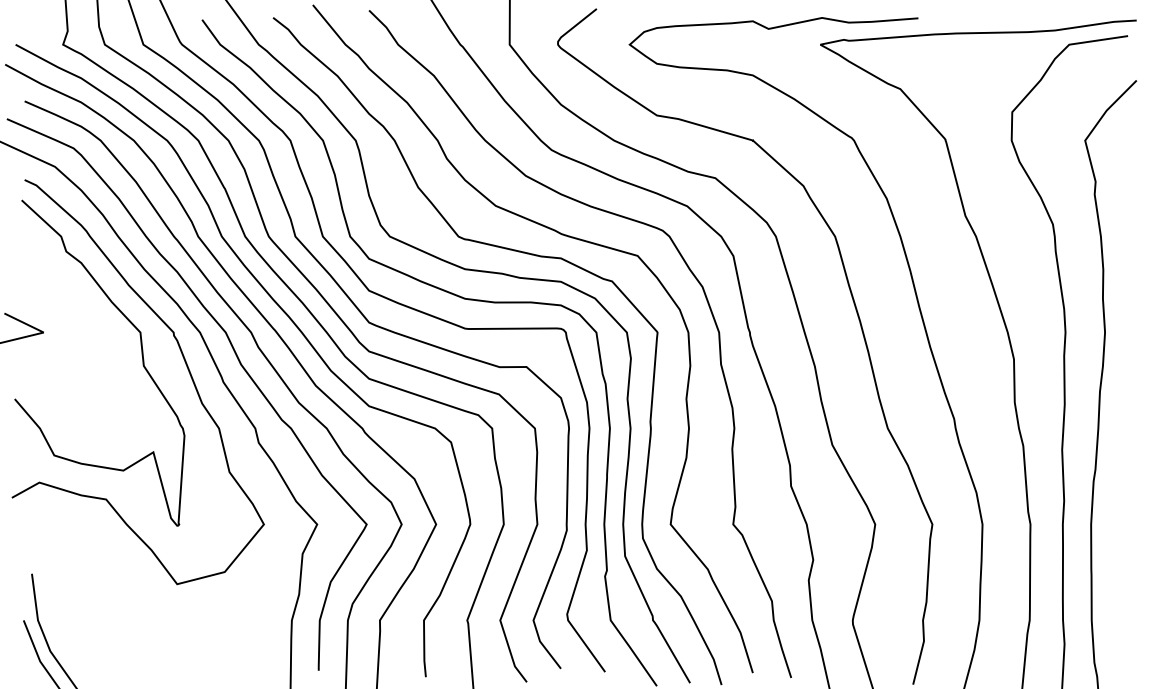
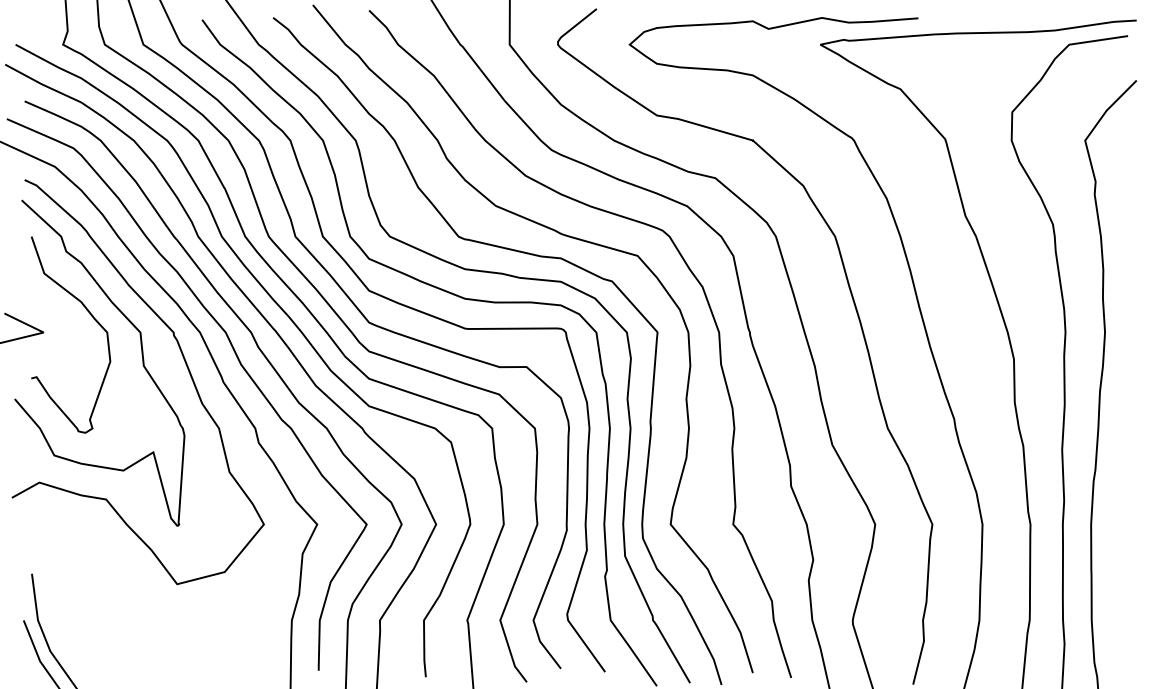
curve at (93, 319): none -> present
